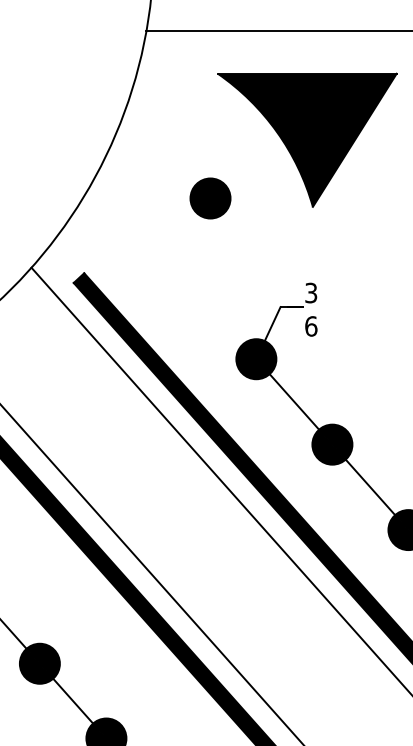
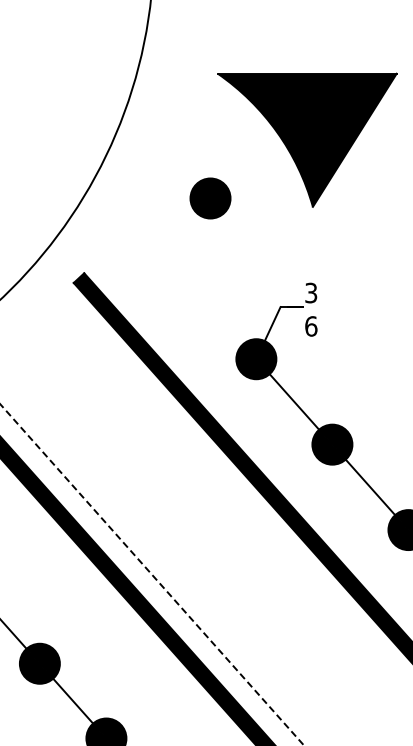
line at (277, 30): present -> none
line at (220, 479): present -> none
line at (152, 574): solid -> dashed
